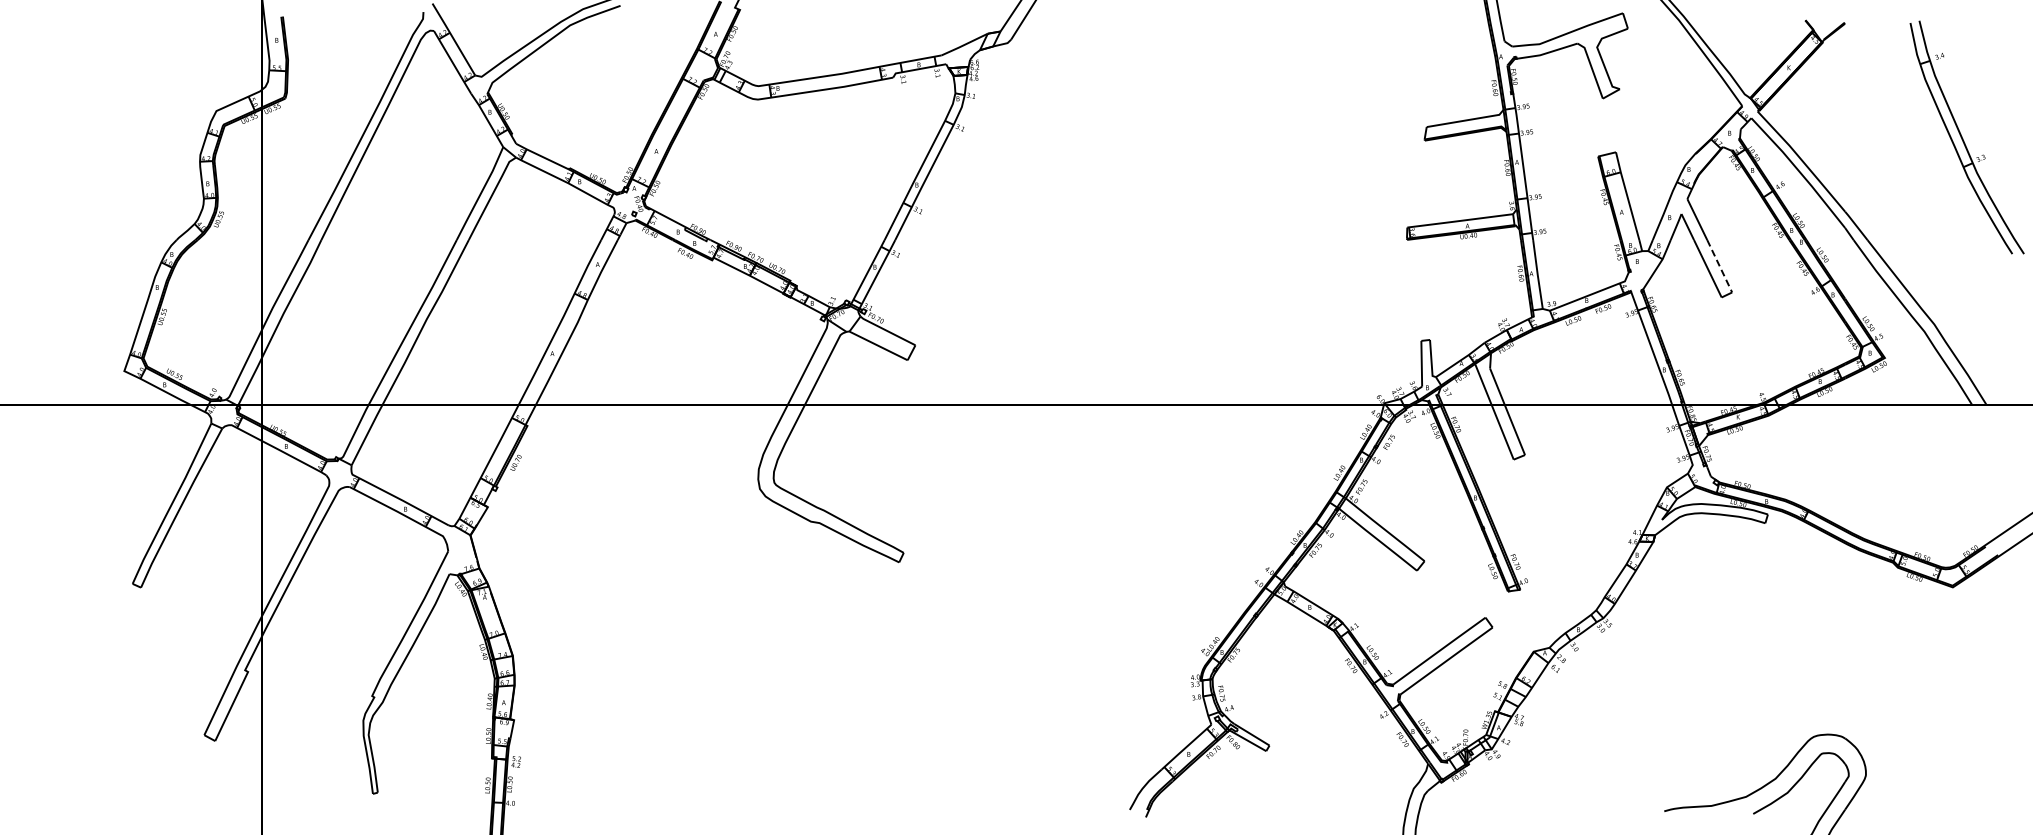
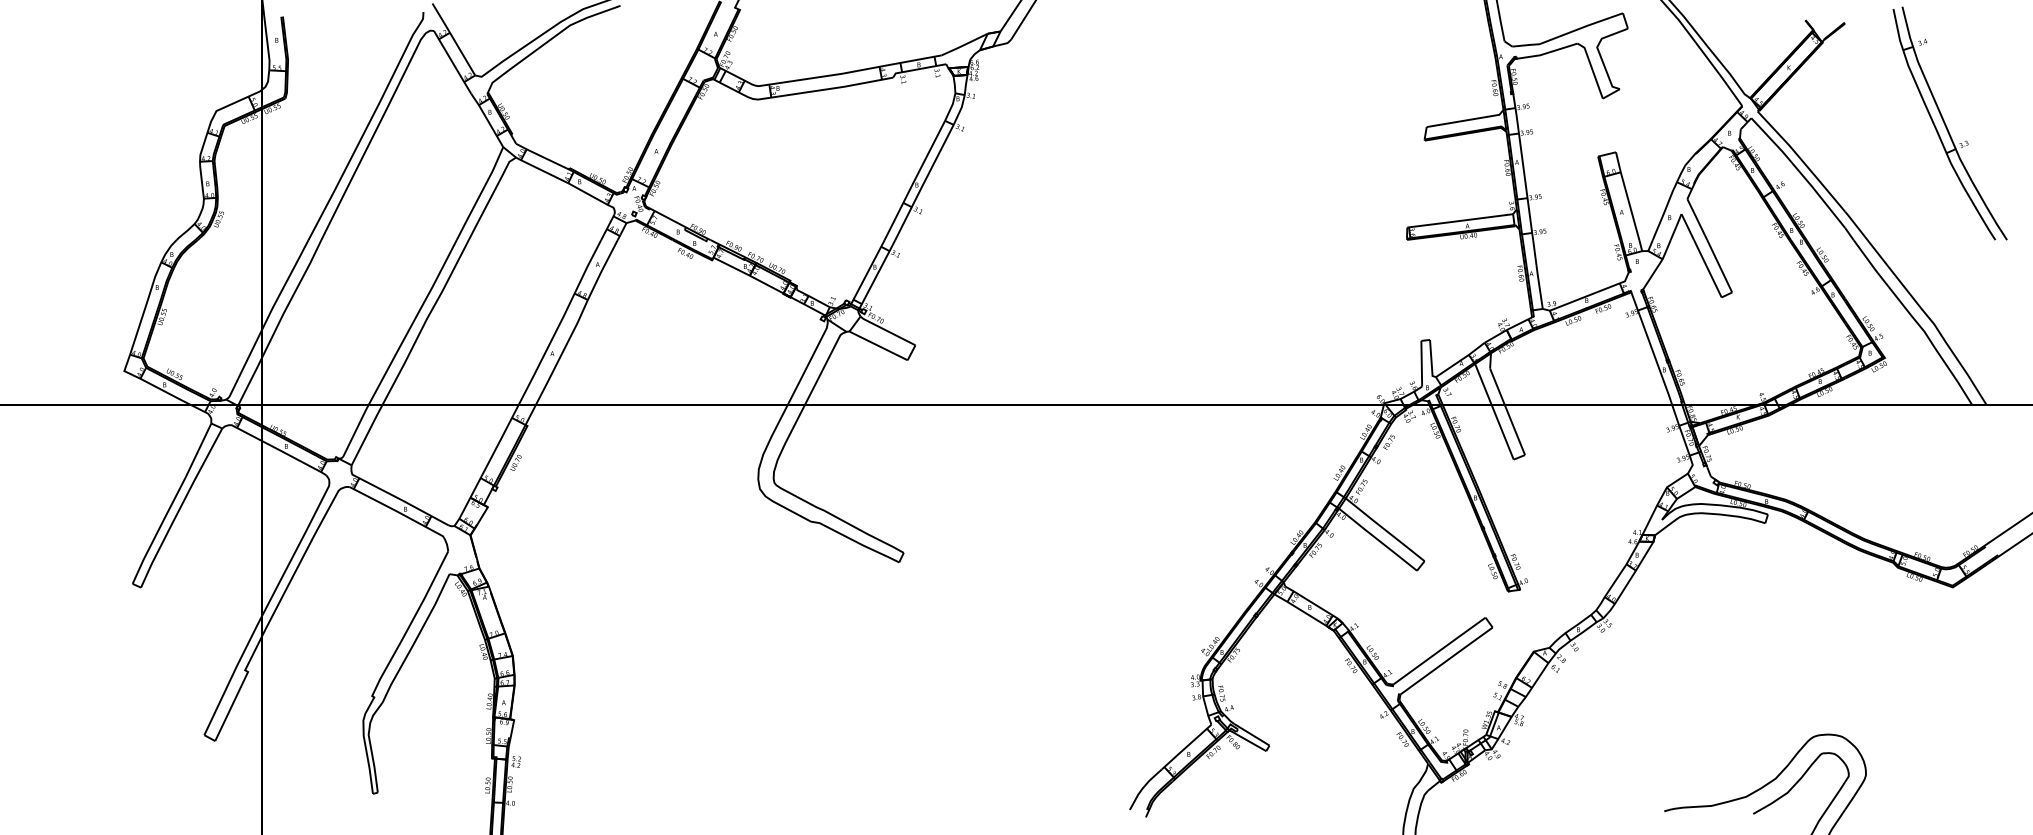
part at (1966, 137) position: (1966, 137) -> (1949, 123)
line at (1719, 266): dashed -> solid
